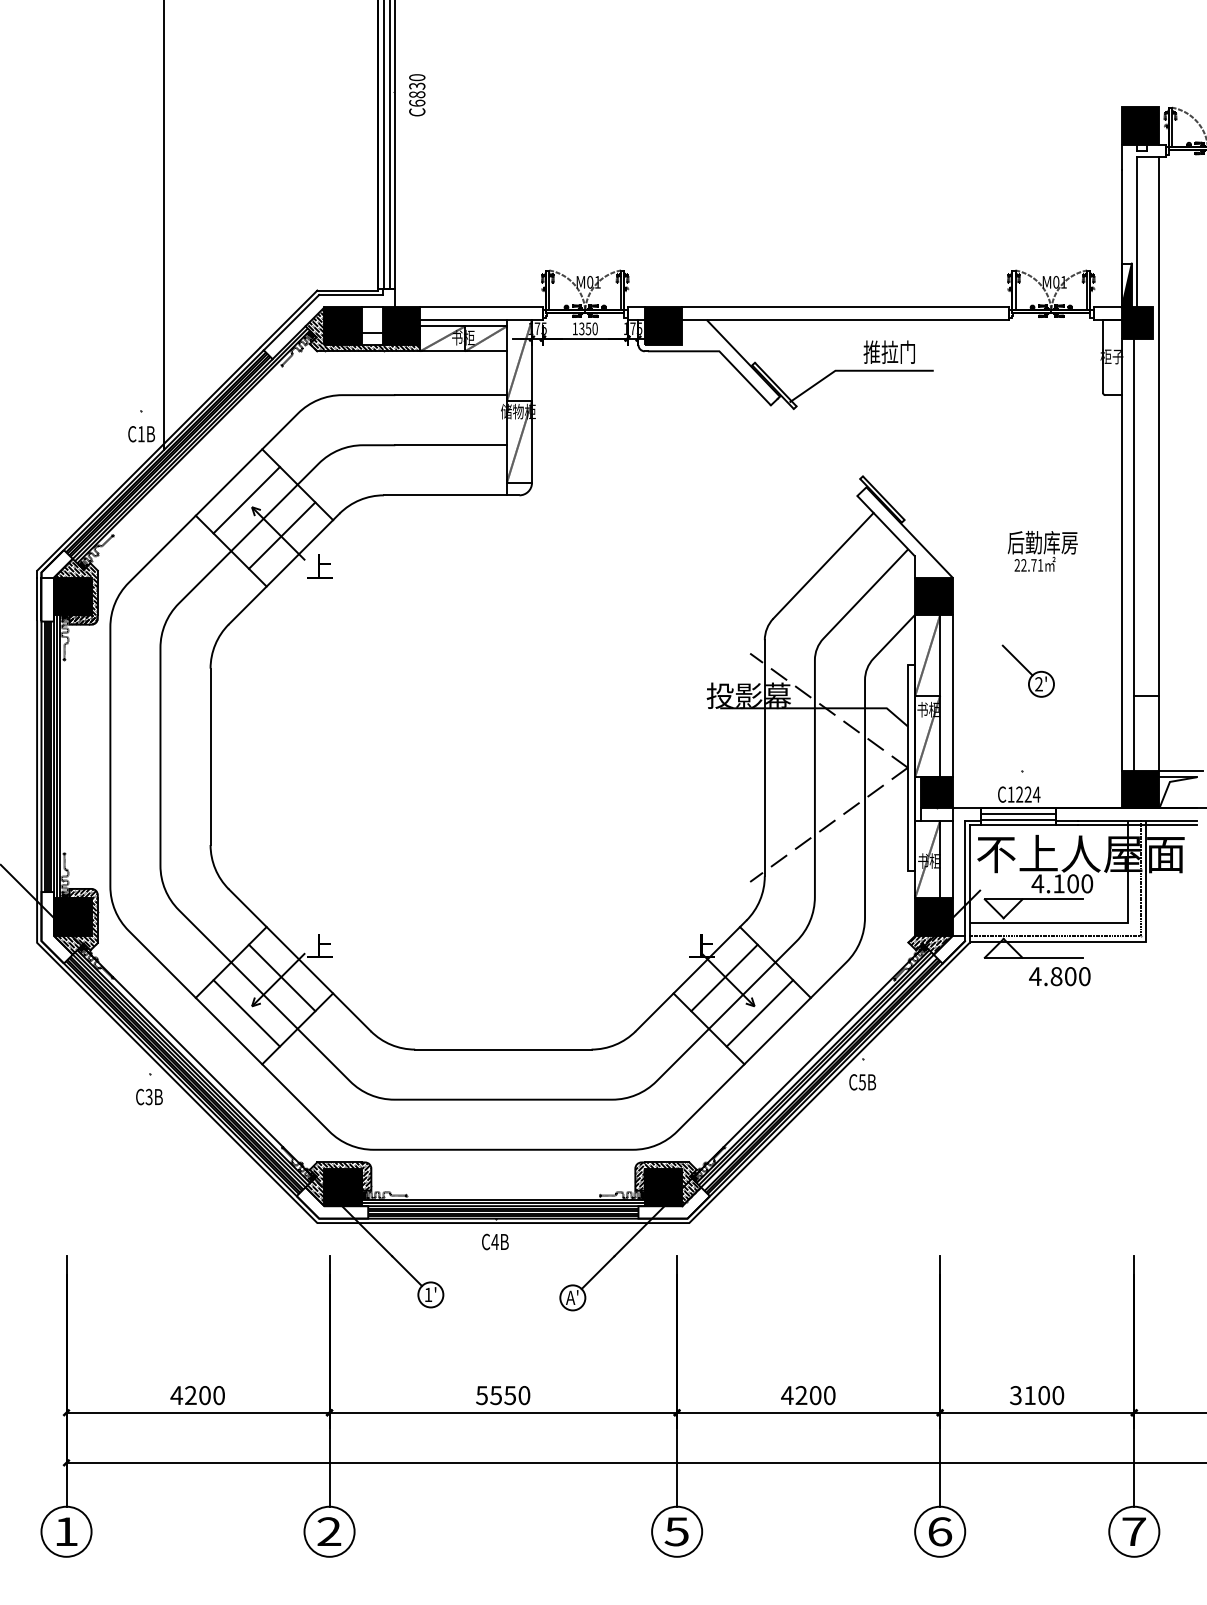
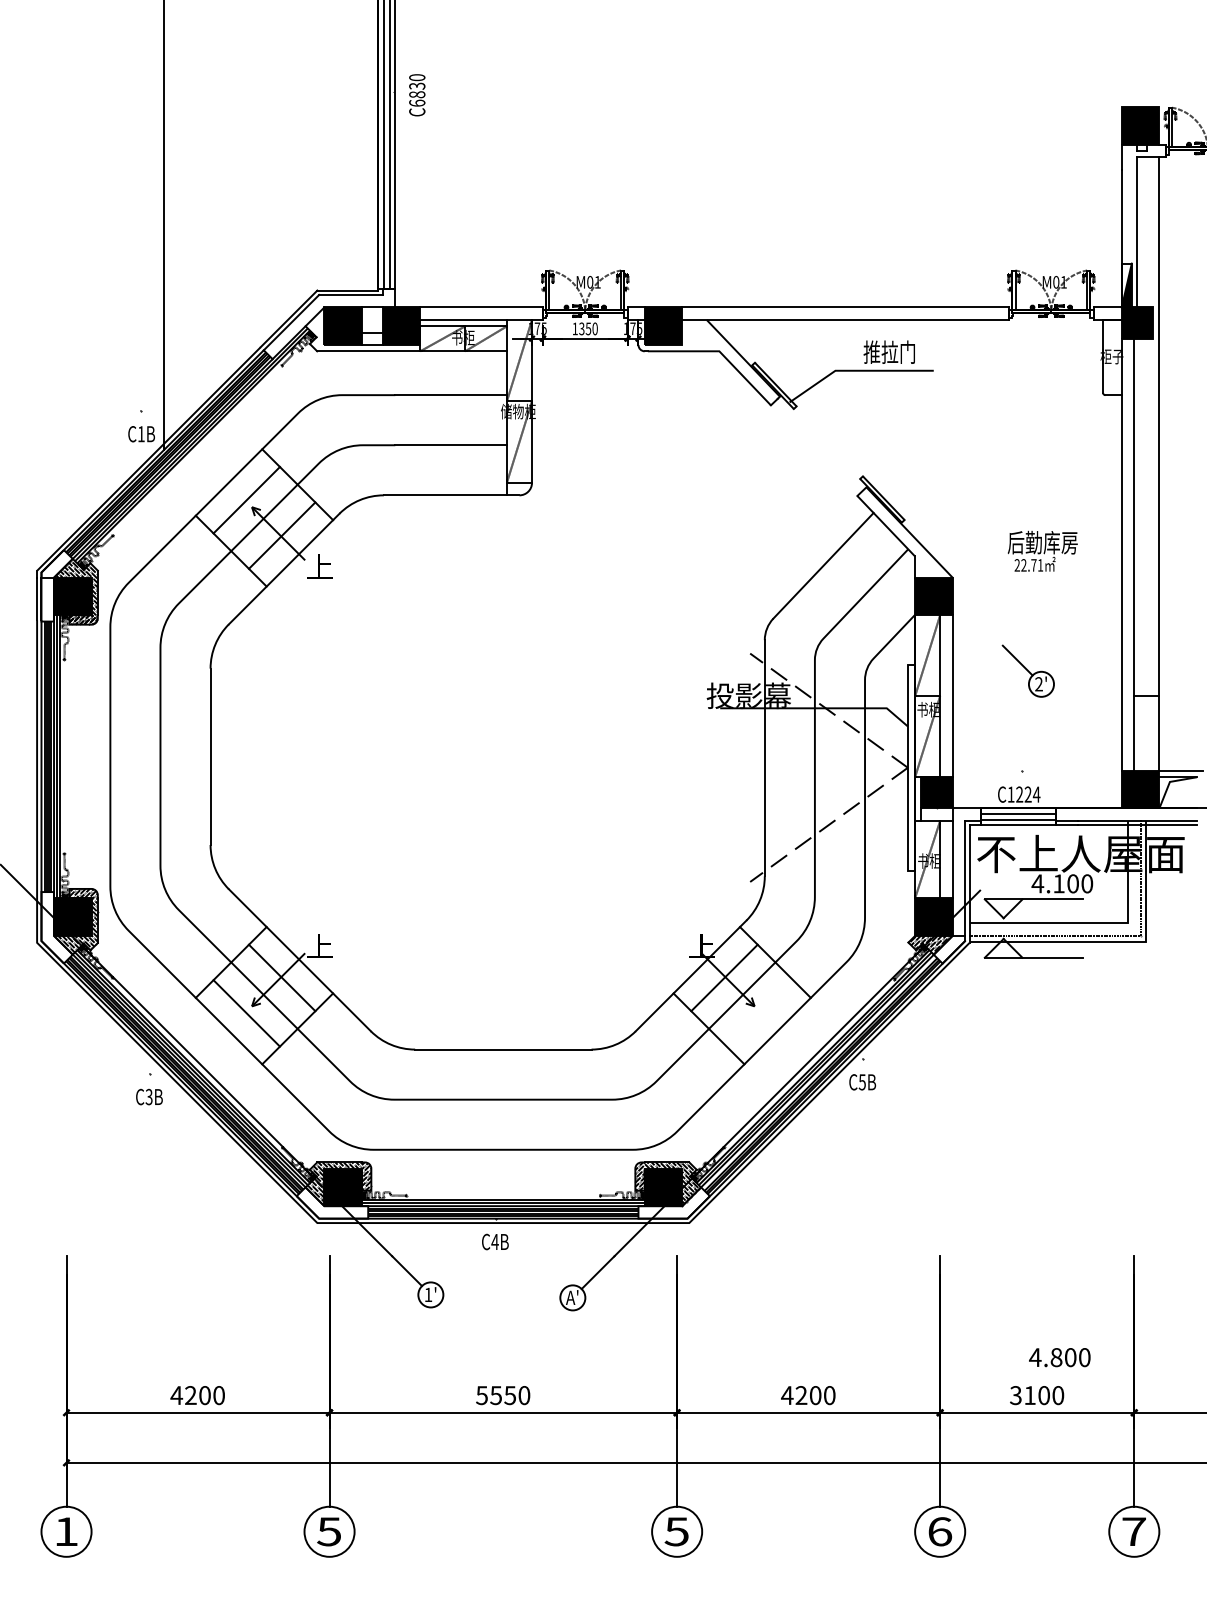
hatch at (363, 330): present -> none
text at (1059, 976) position: (1059, 976) -> (1059, 1357)
line at (759, 1013): present -> none
text at (329, 1531): 2 -> 5
